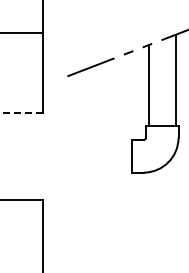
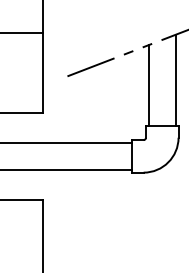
line at (21, 112): dashed -> solid
line at (67, 142): none -> present
line at (67, 169): none -> present
